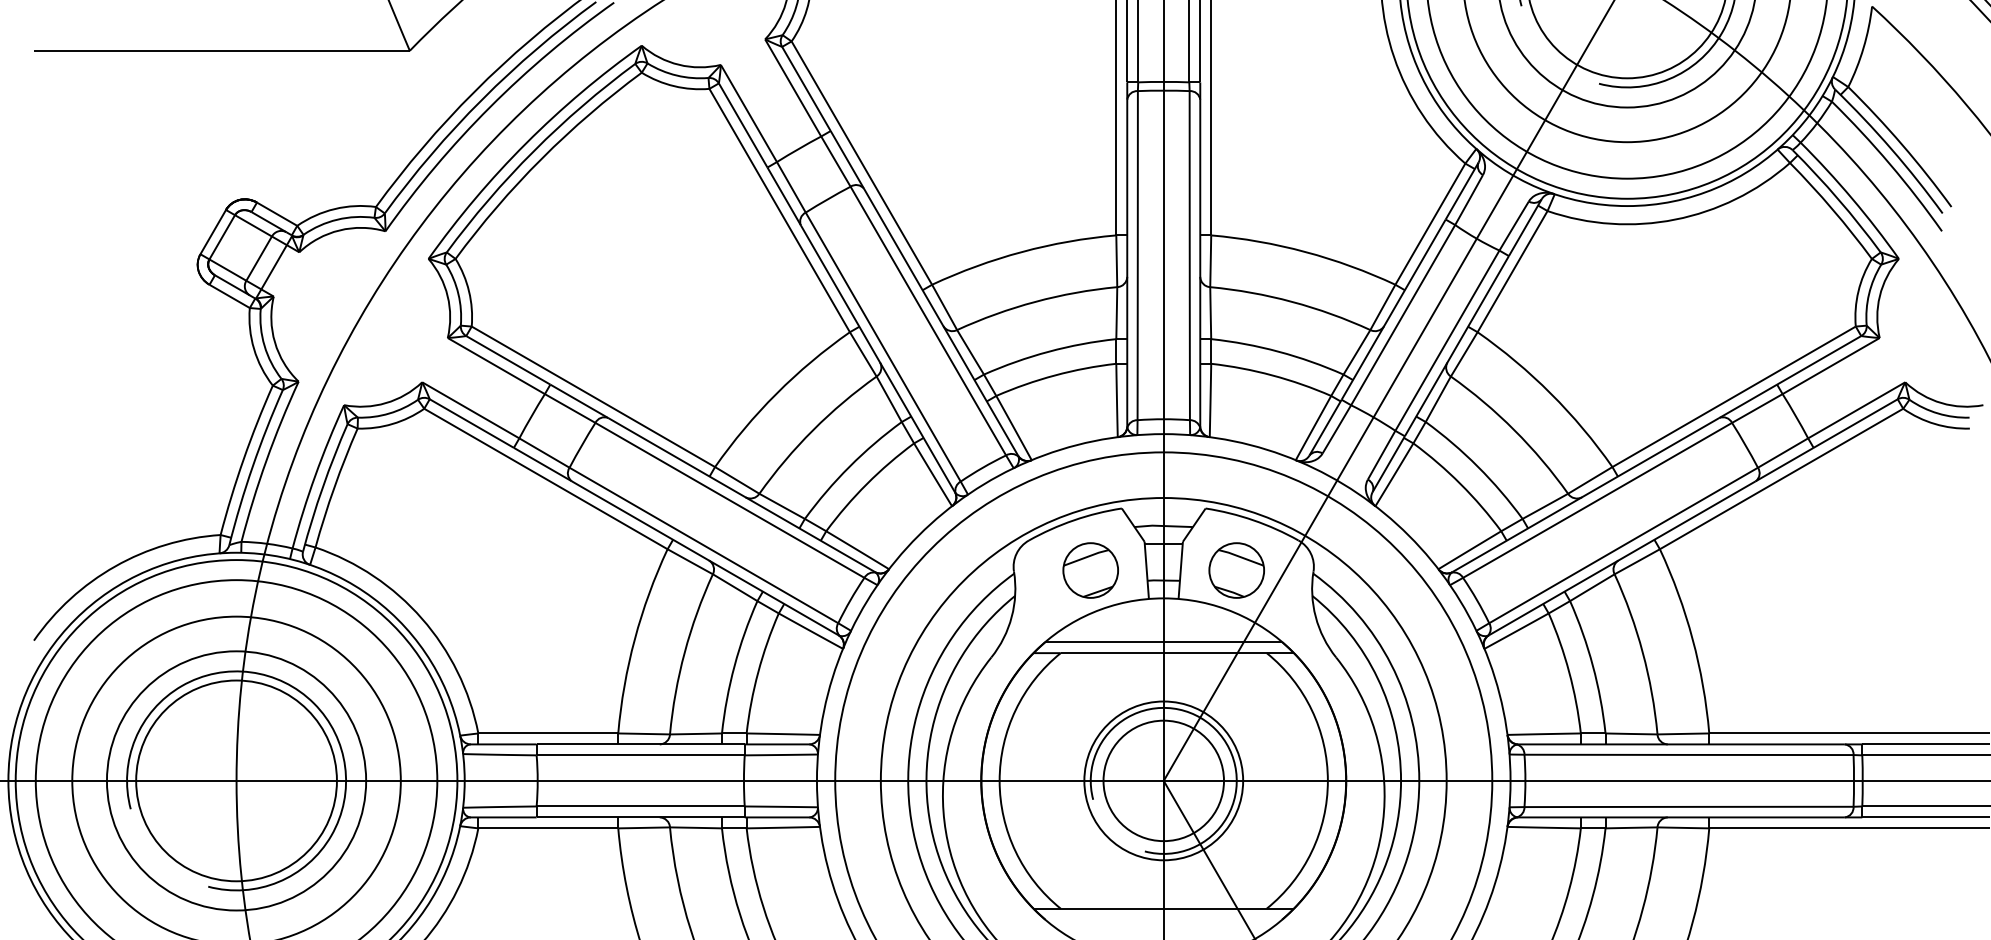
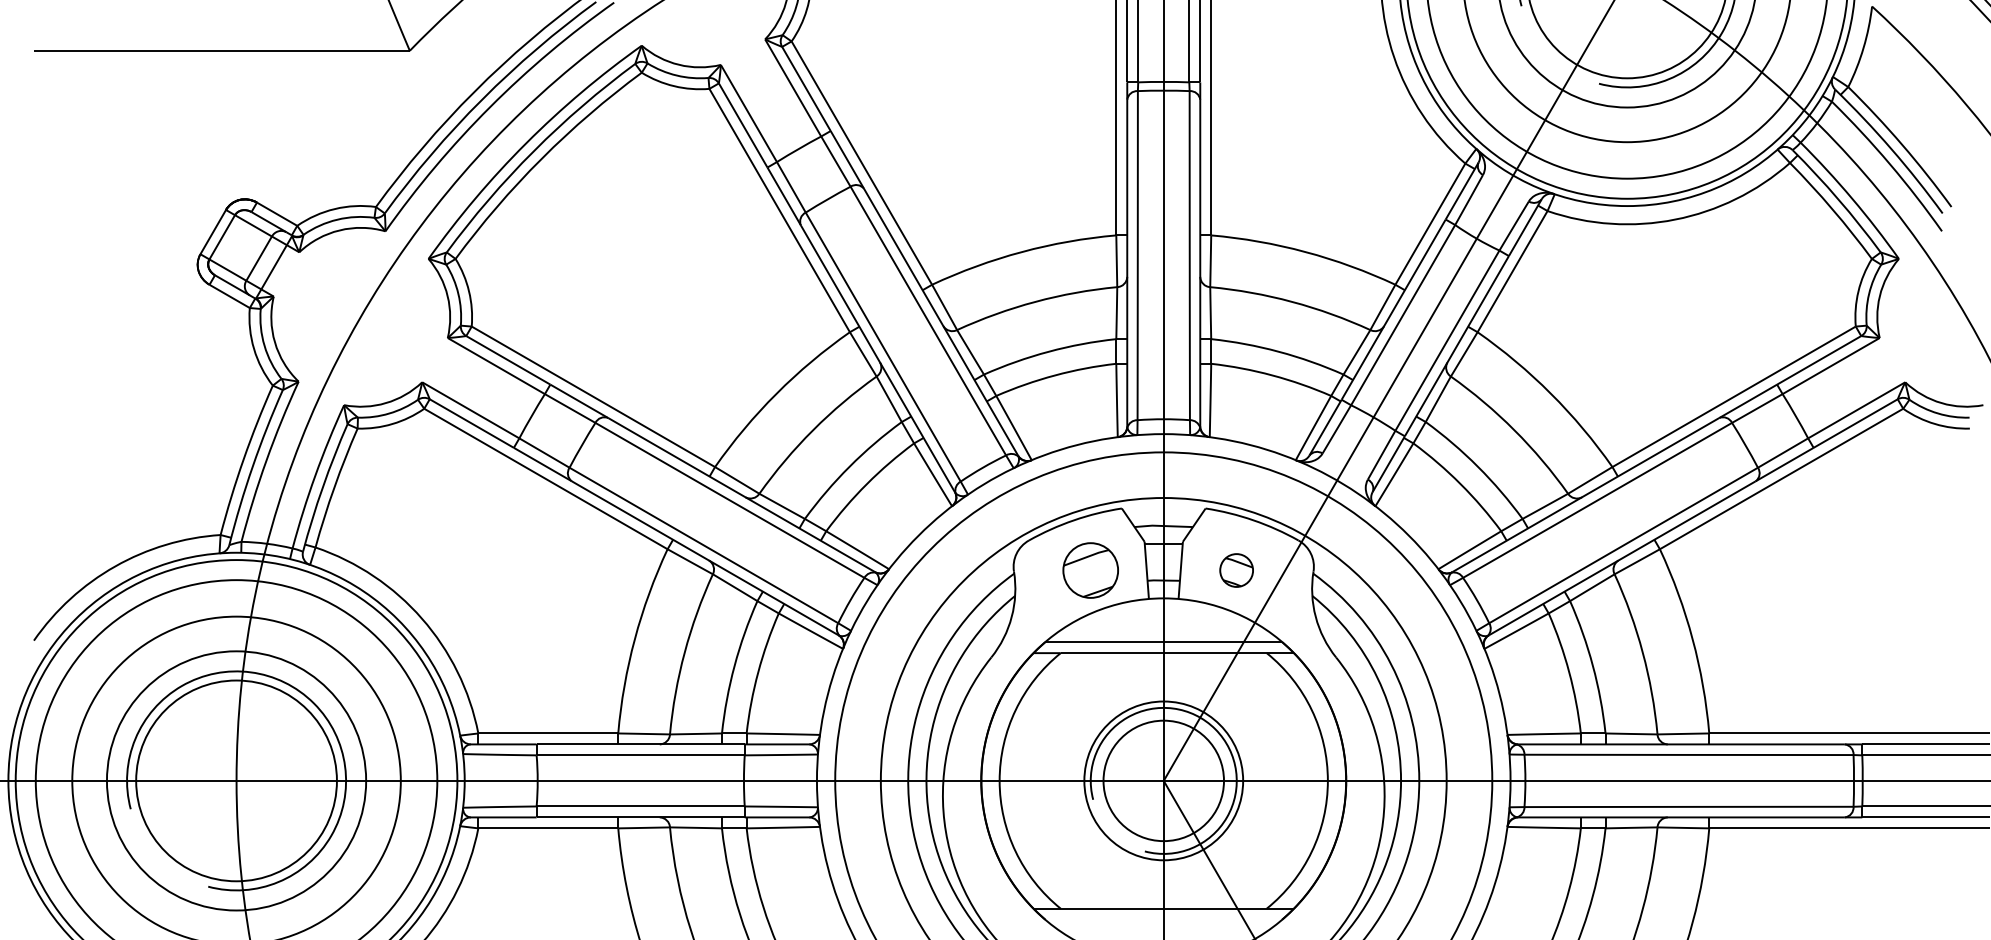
part at (1236, 570) size: 57x57 px -> 35x35 px
